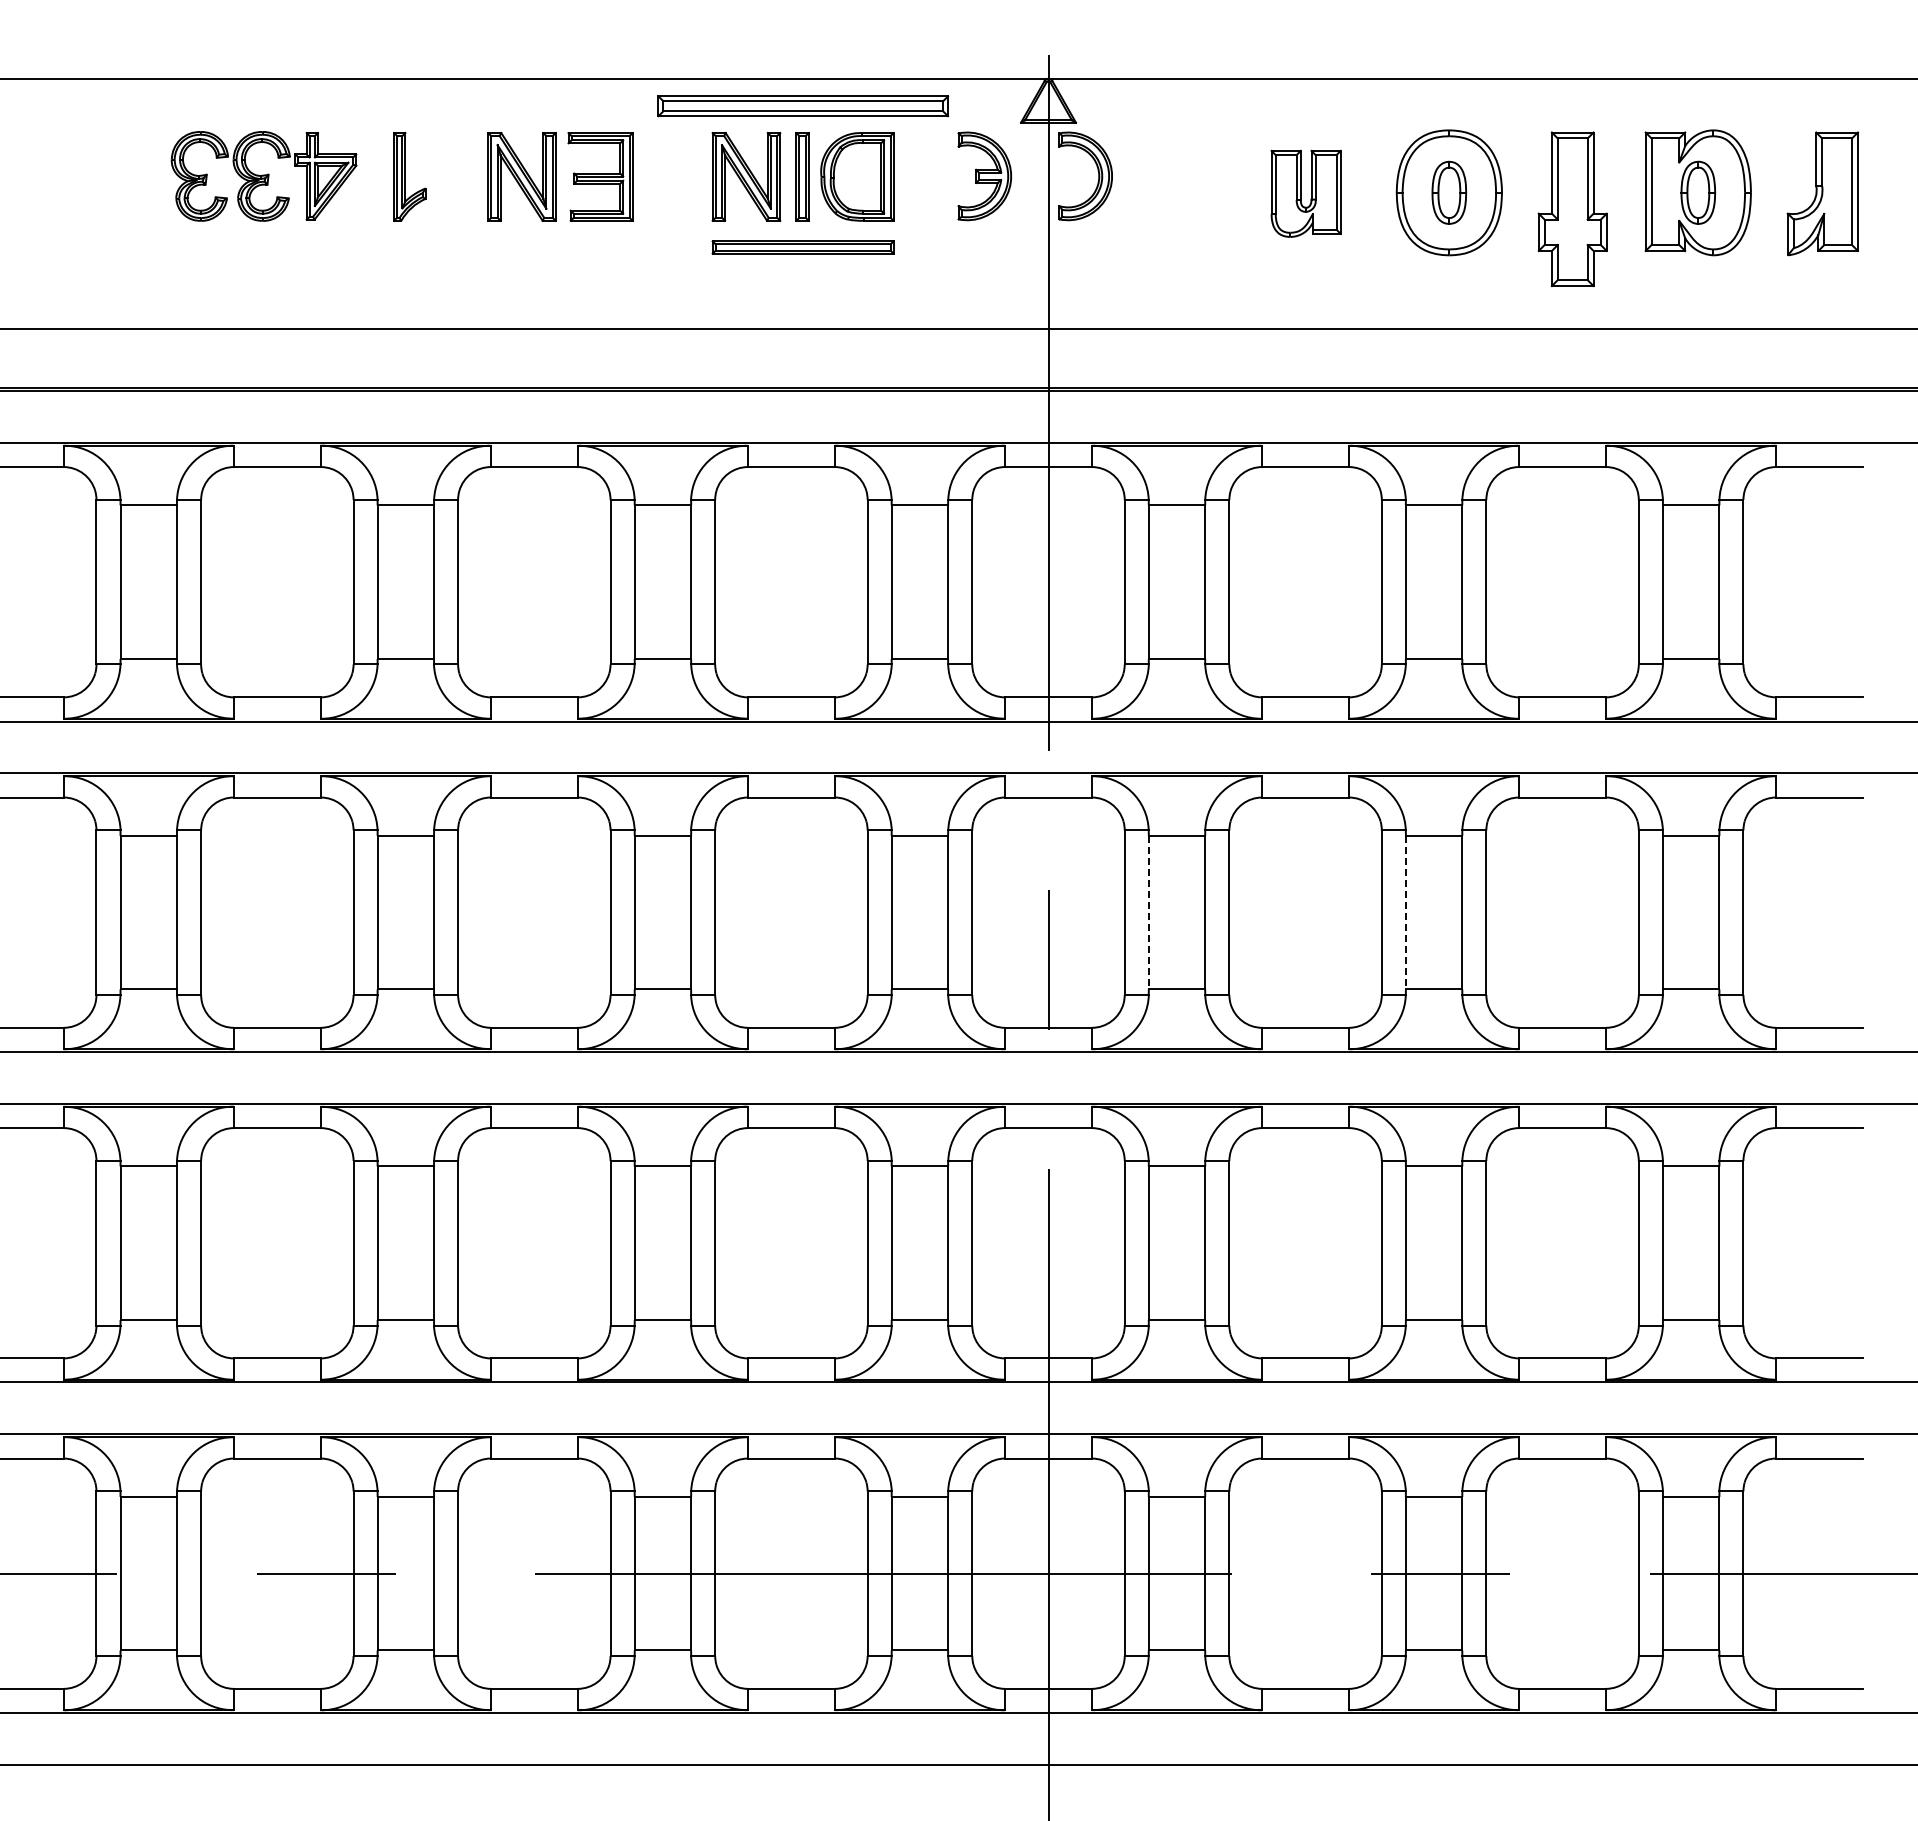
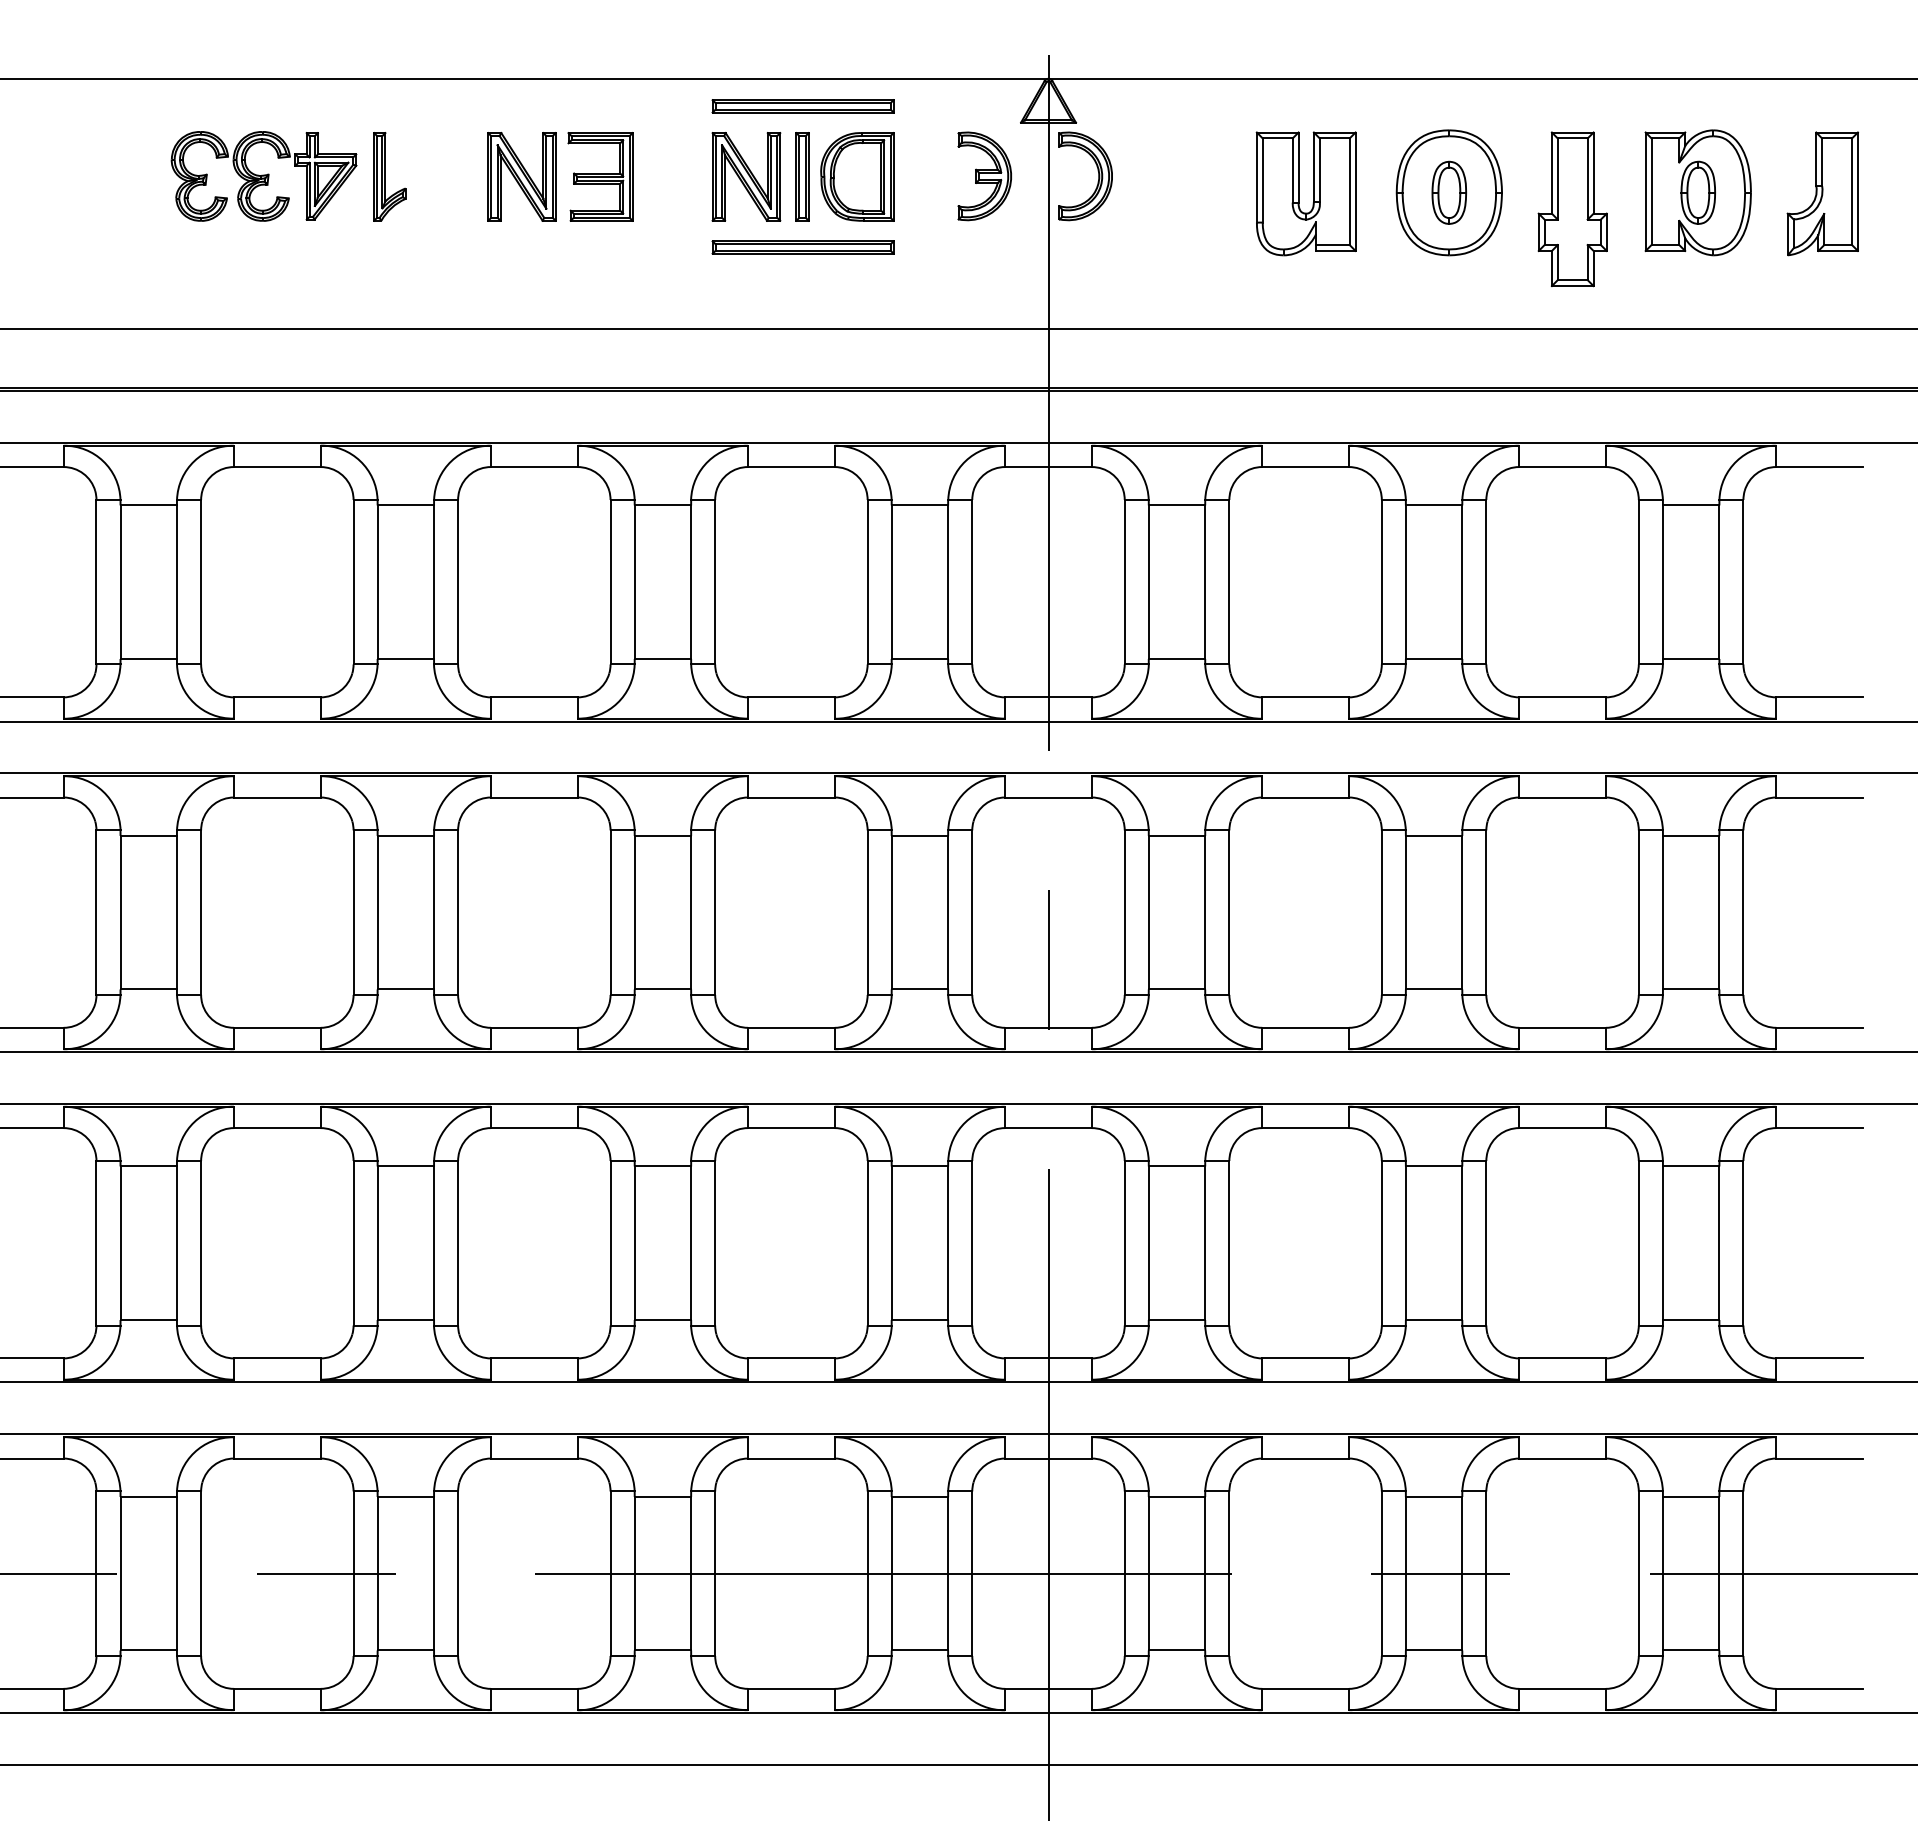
part at (803, 106) size: 293x23 px -> 184x15 px
part at (409, 176) position: (409, 176) -> (389, 176)
part at (1305, 193) size: 72x89 px -> 102x126 px
line at (1148, 912): dashed -> solid
line at (1405, 912): dashed -> solid
